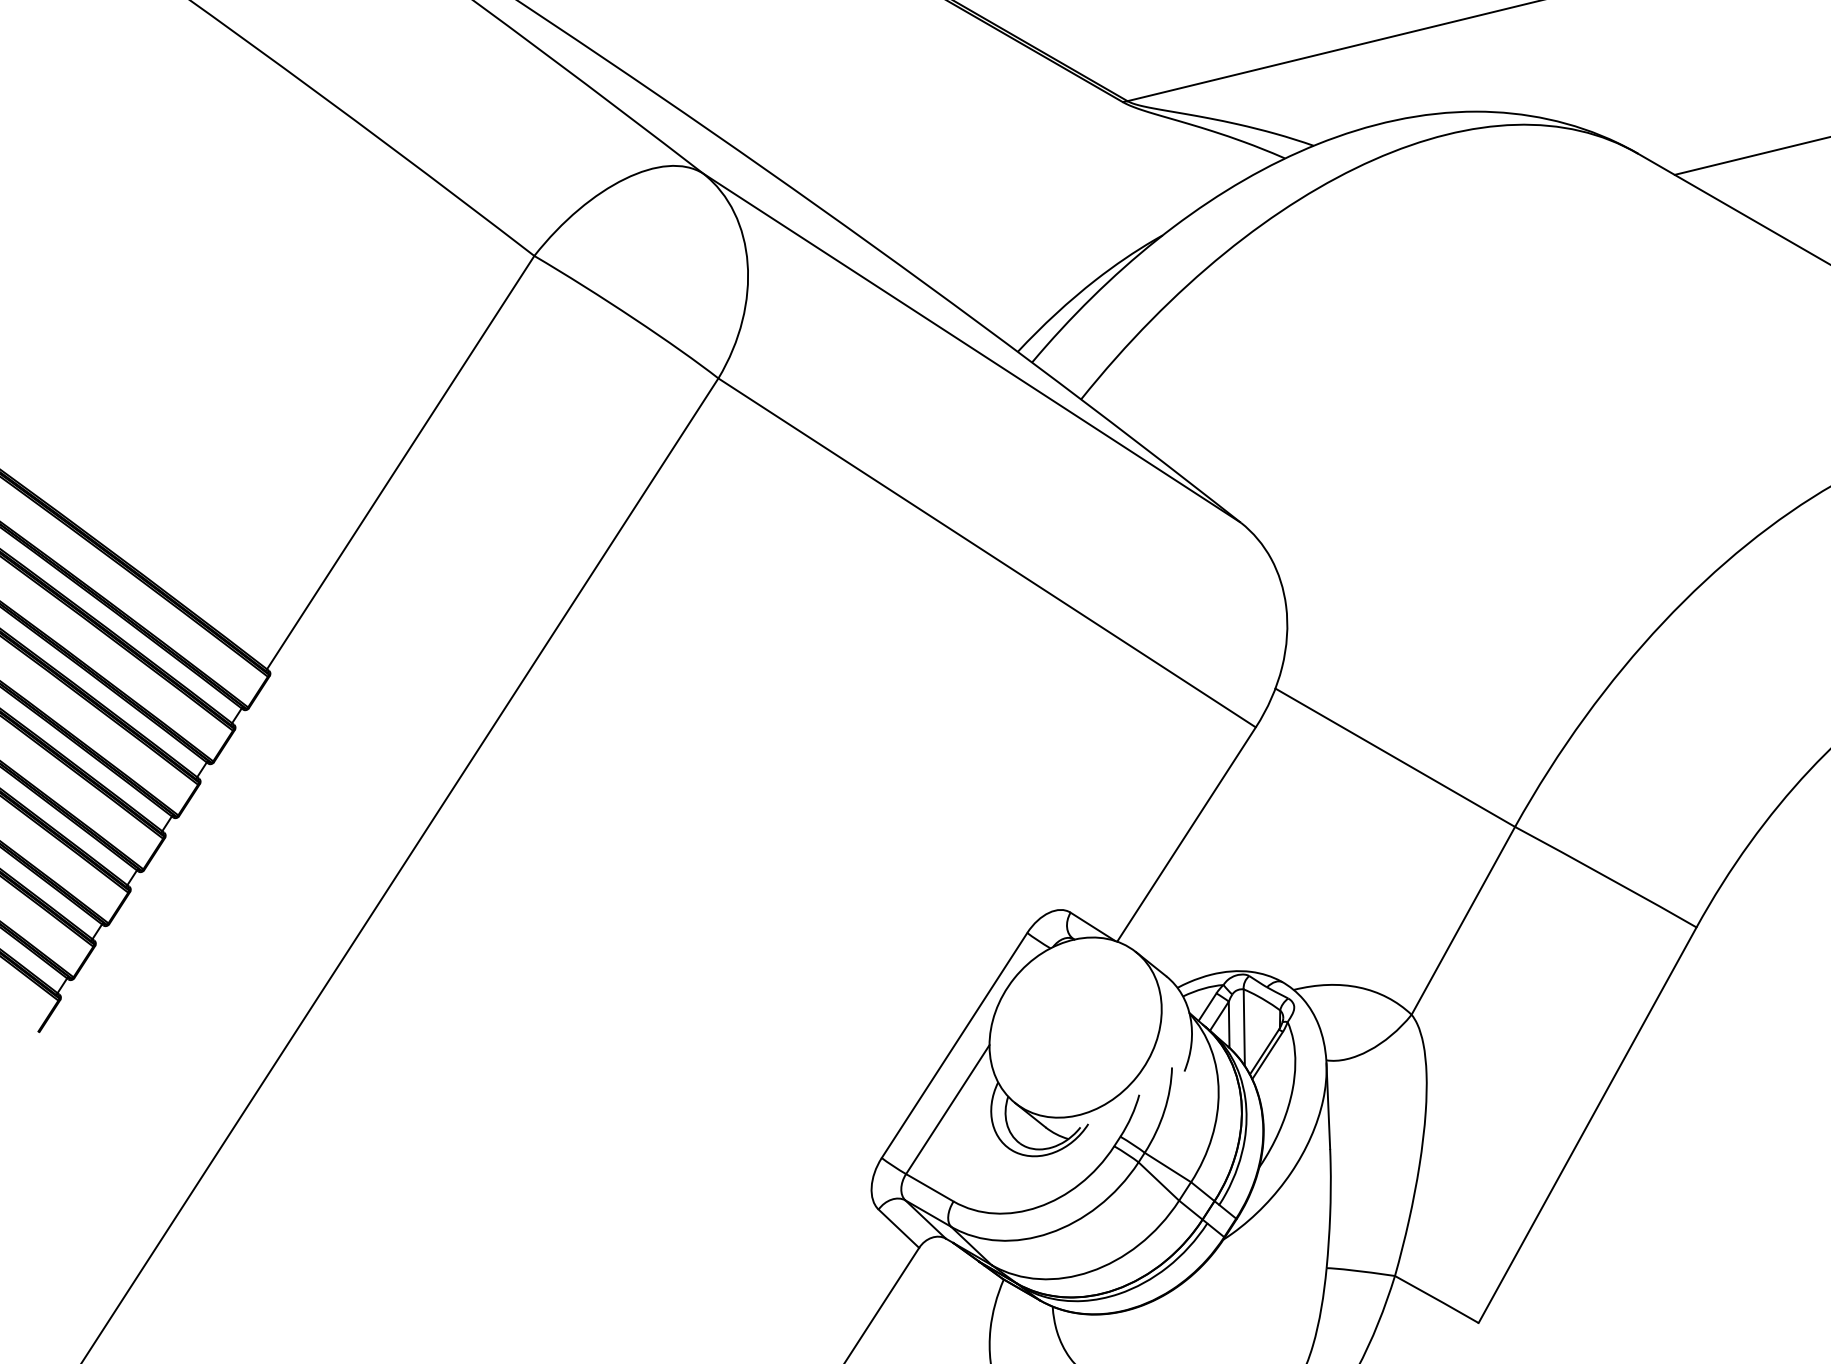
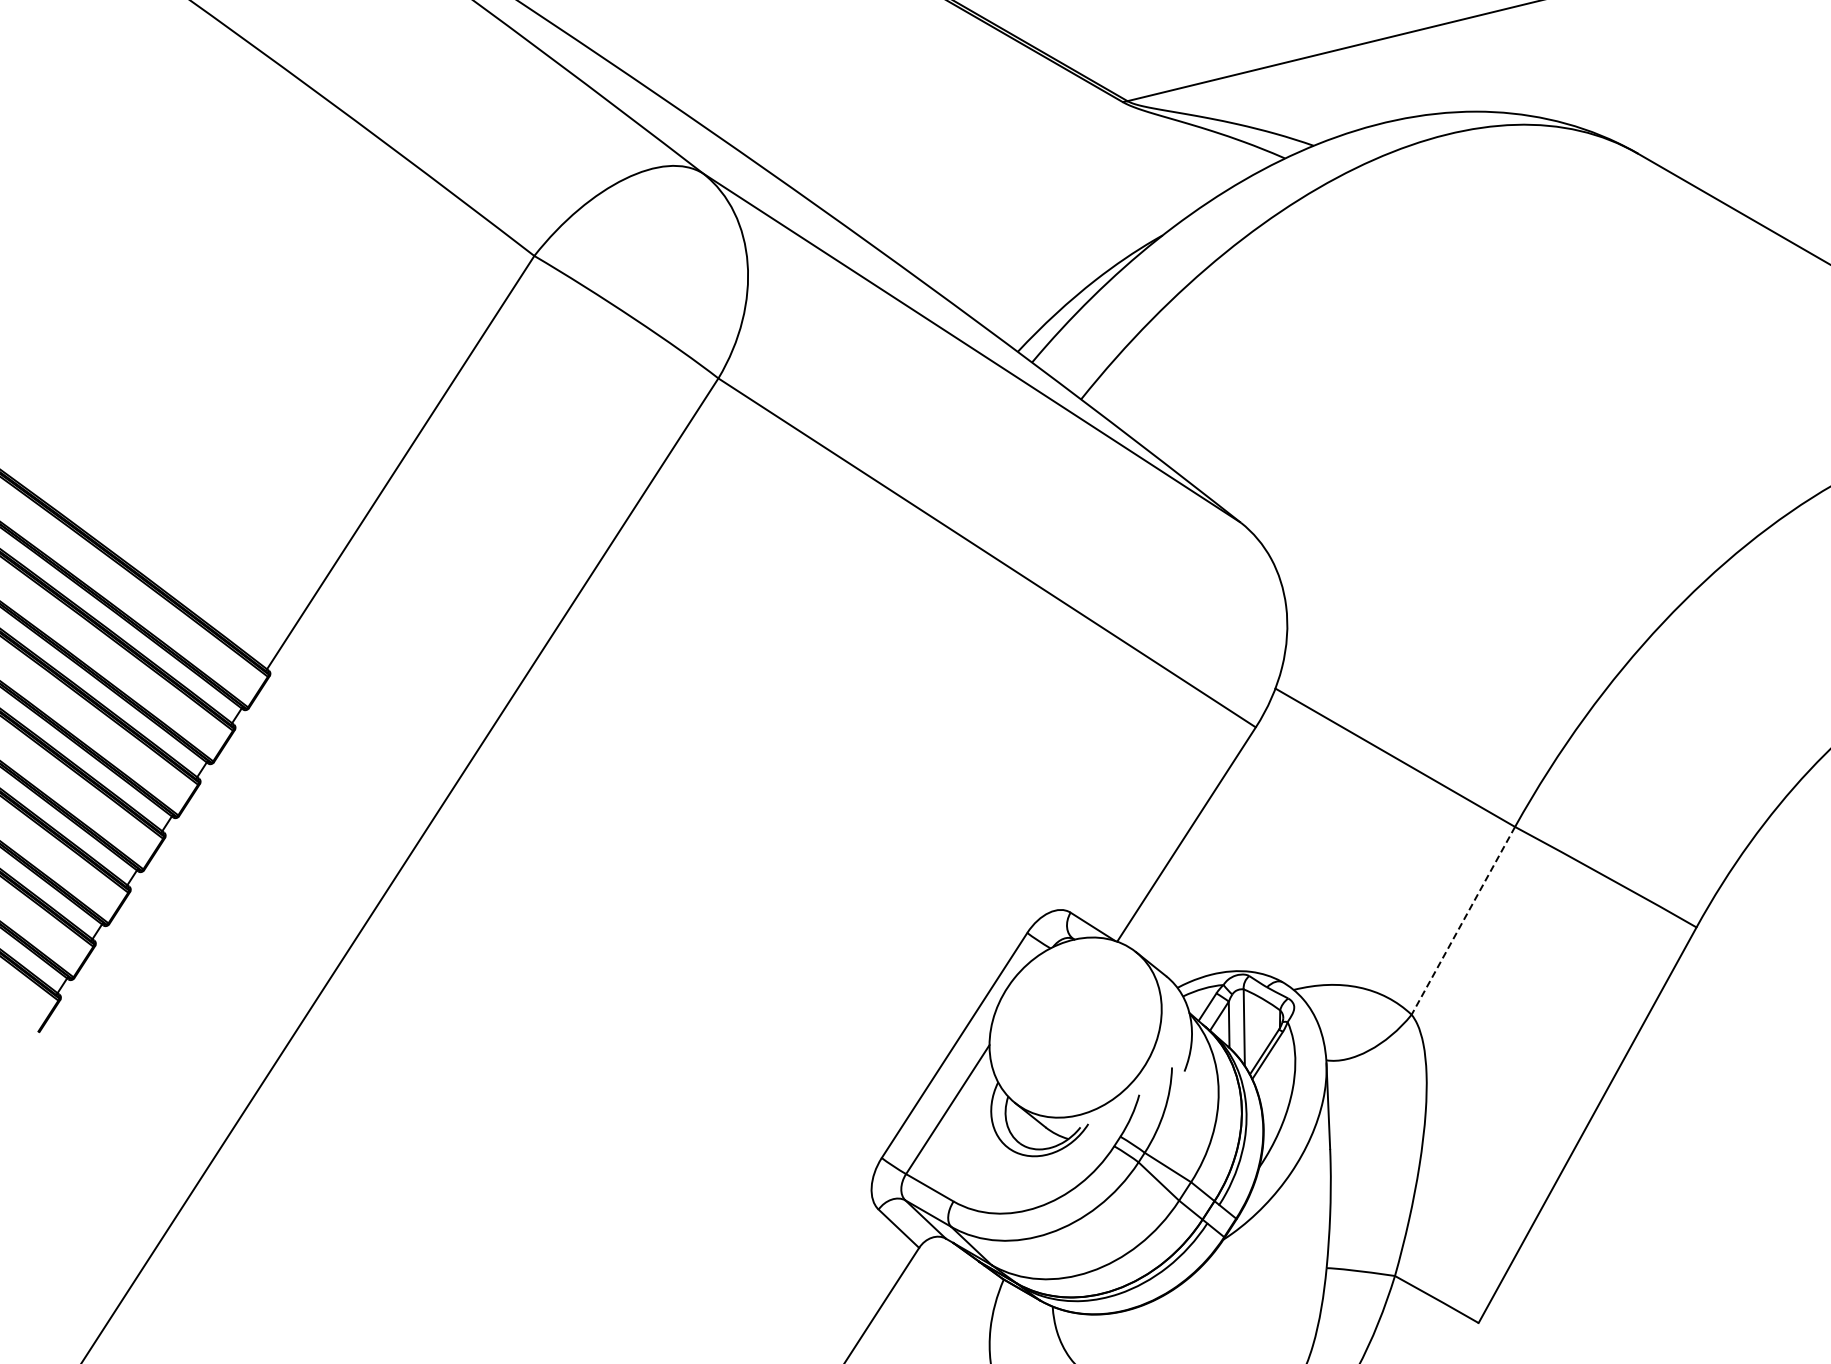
line at (1750, 155): present -> none
line at (1463, 921): solid -> dashed
